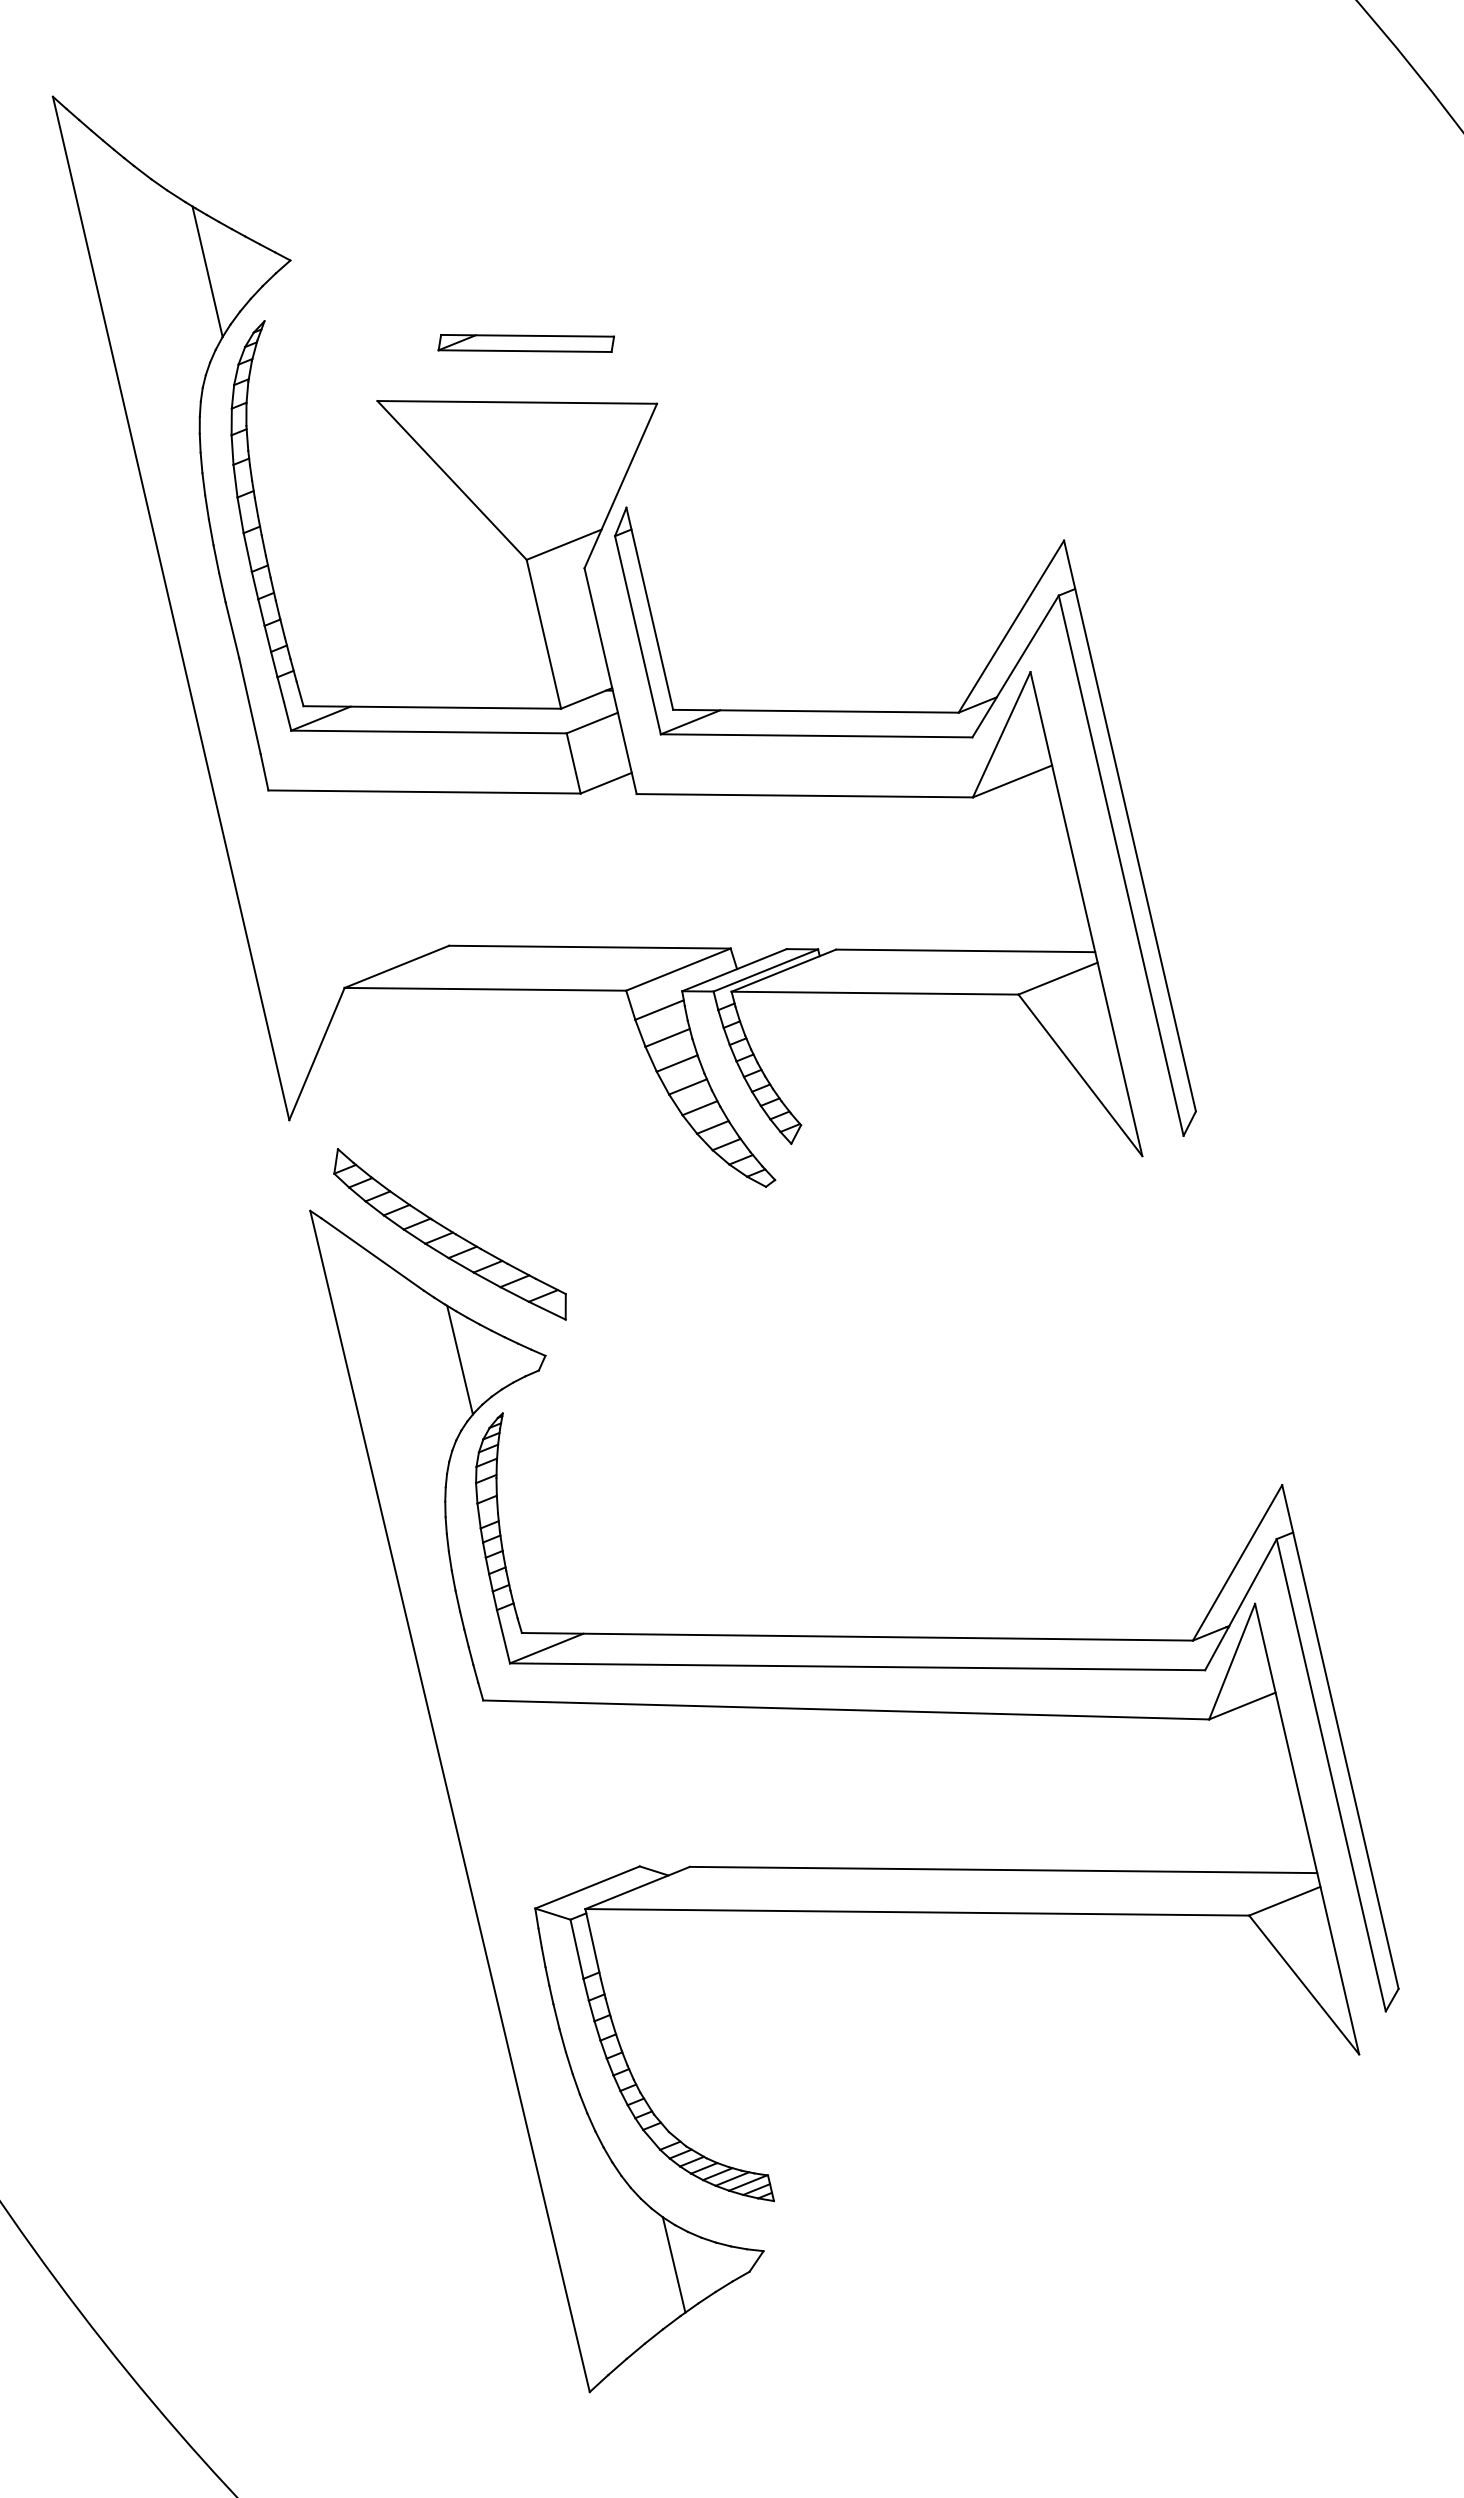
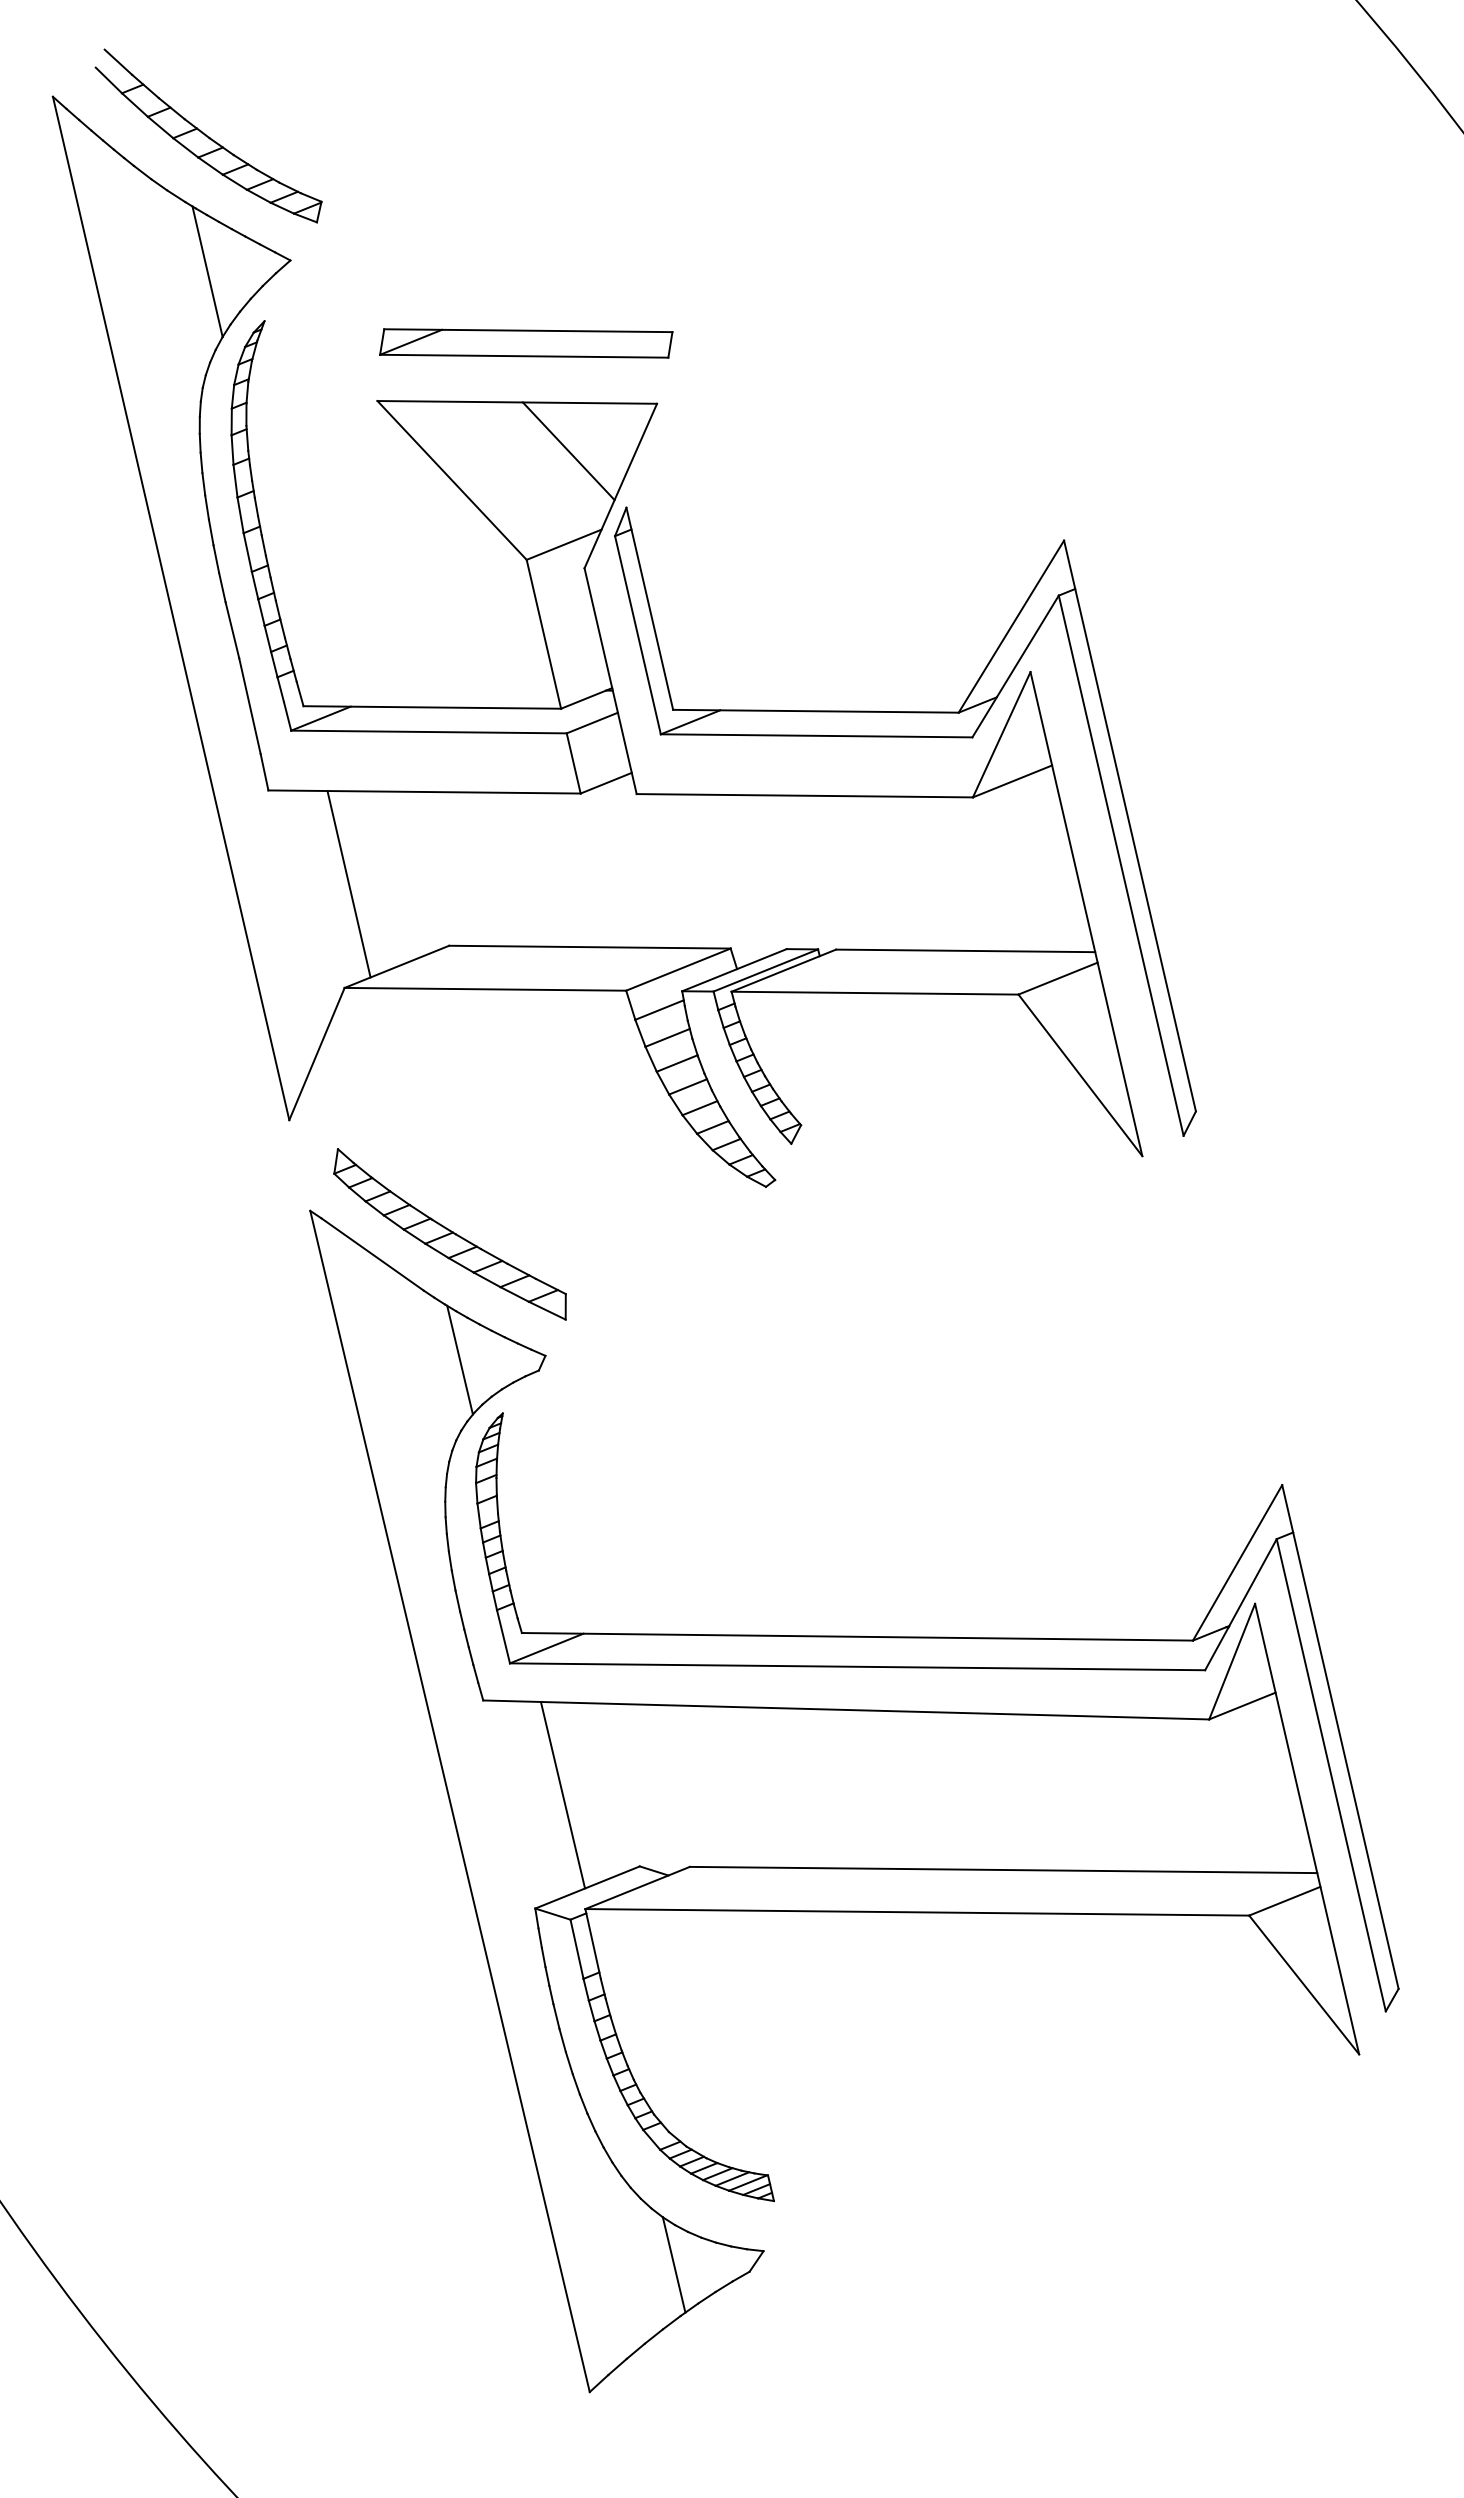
part at (208, 135): none -> present
part at (525, 343) size: 178x19 px -> 295x31 px
line at (568, 451): none -> present
line at (348, 884): none -> present
line at (562, 1795): none -> present
